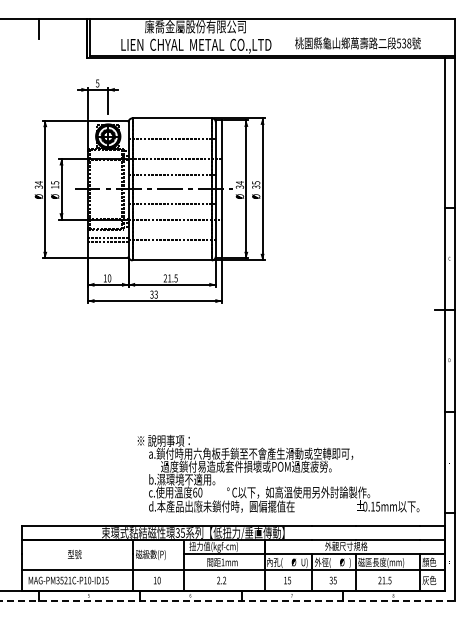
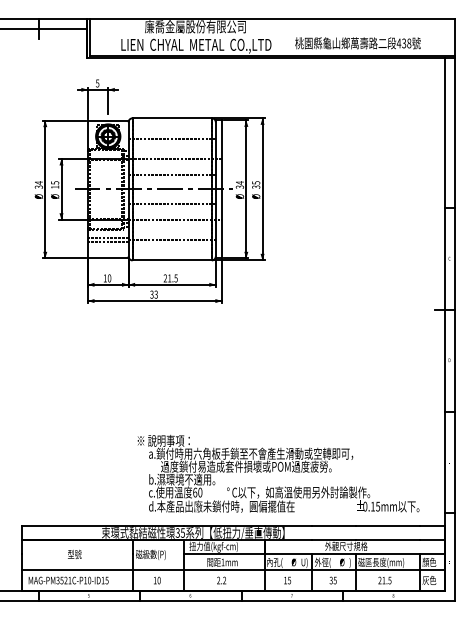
line at (44, 28): none -> present
text at (398, 43): 538 -> 438
line at (228, 601): dashed -> solid
